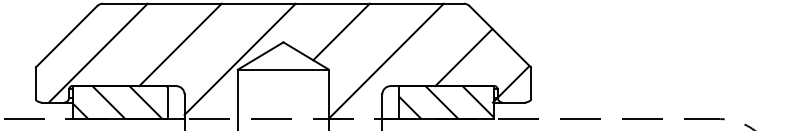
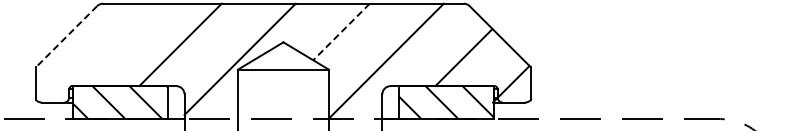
line at (341, 31): solid -> dashed
line at (66, 36): solid -> dashed
line at (97, 52): present -> none
